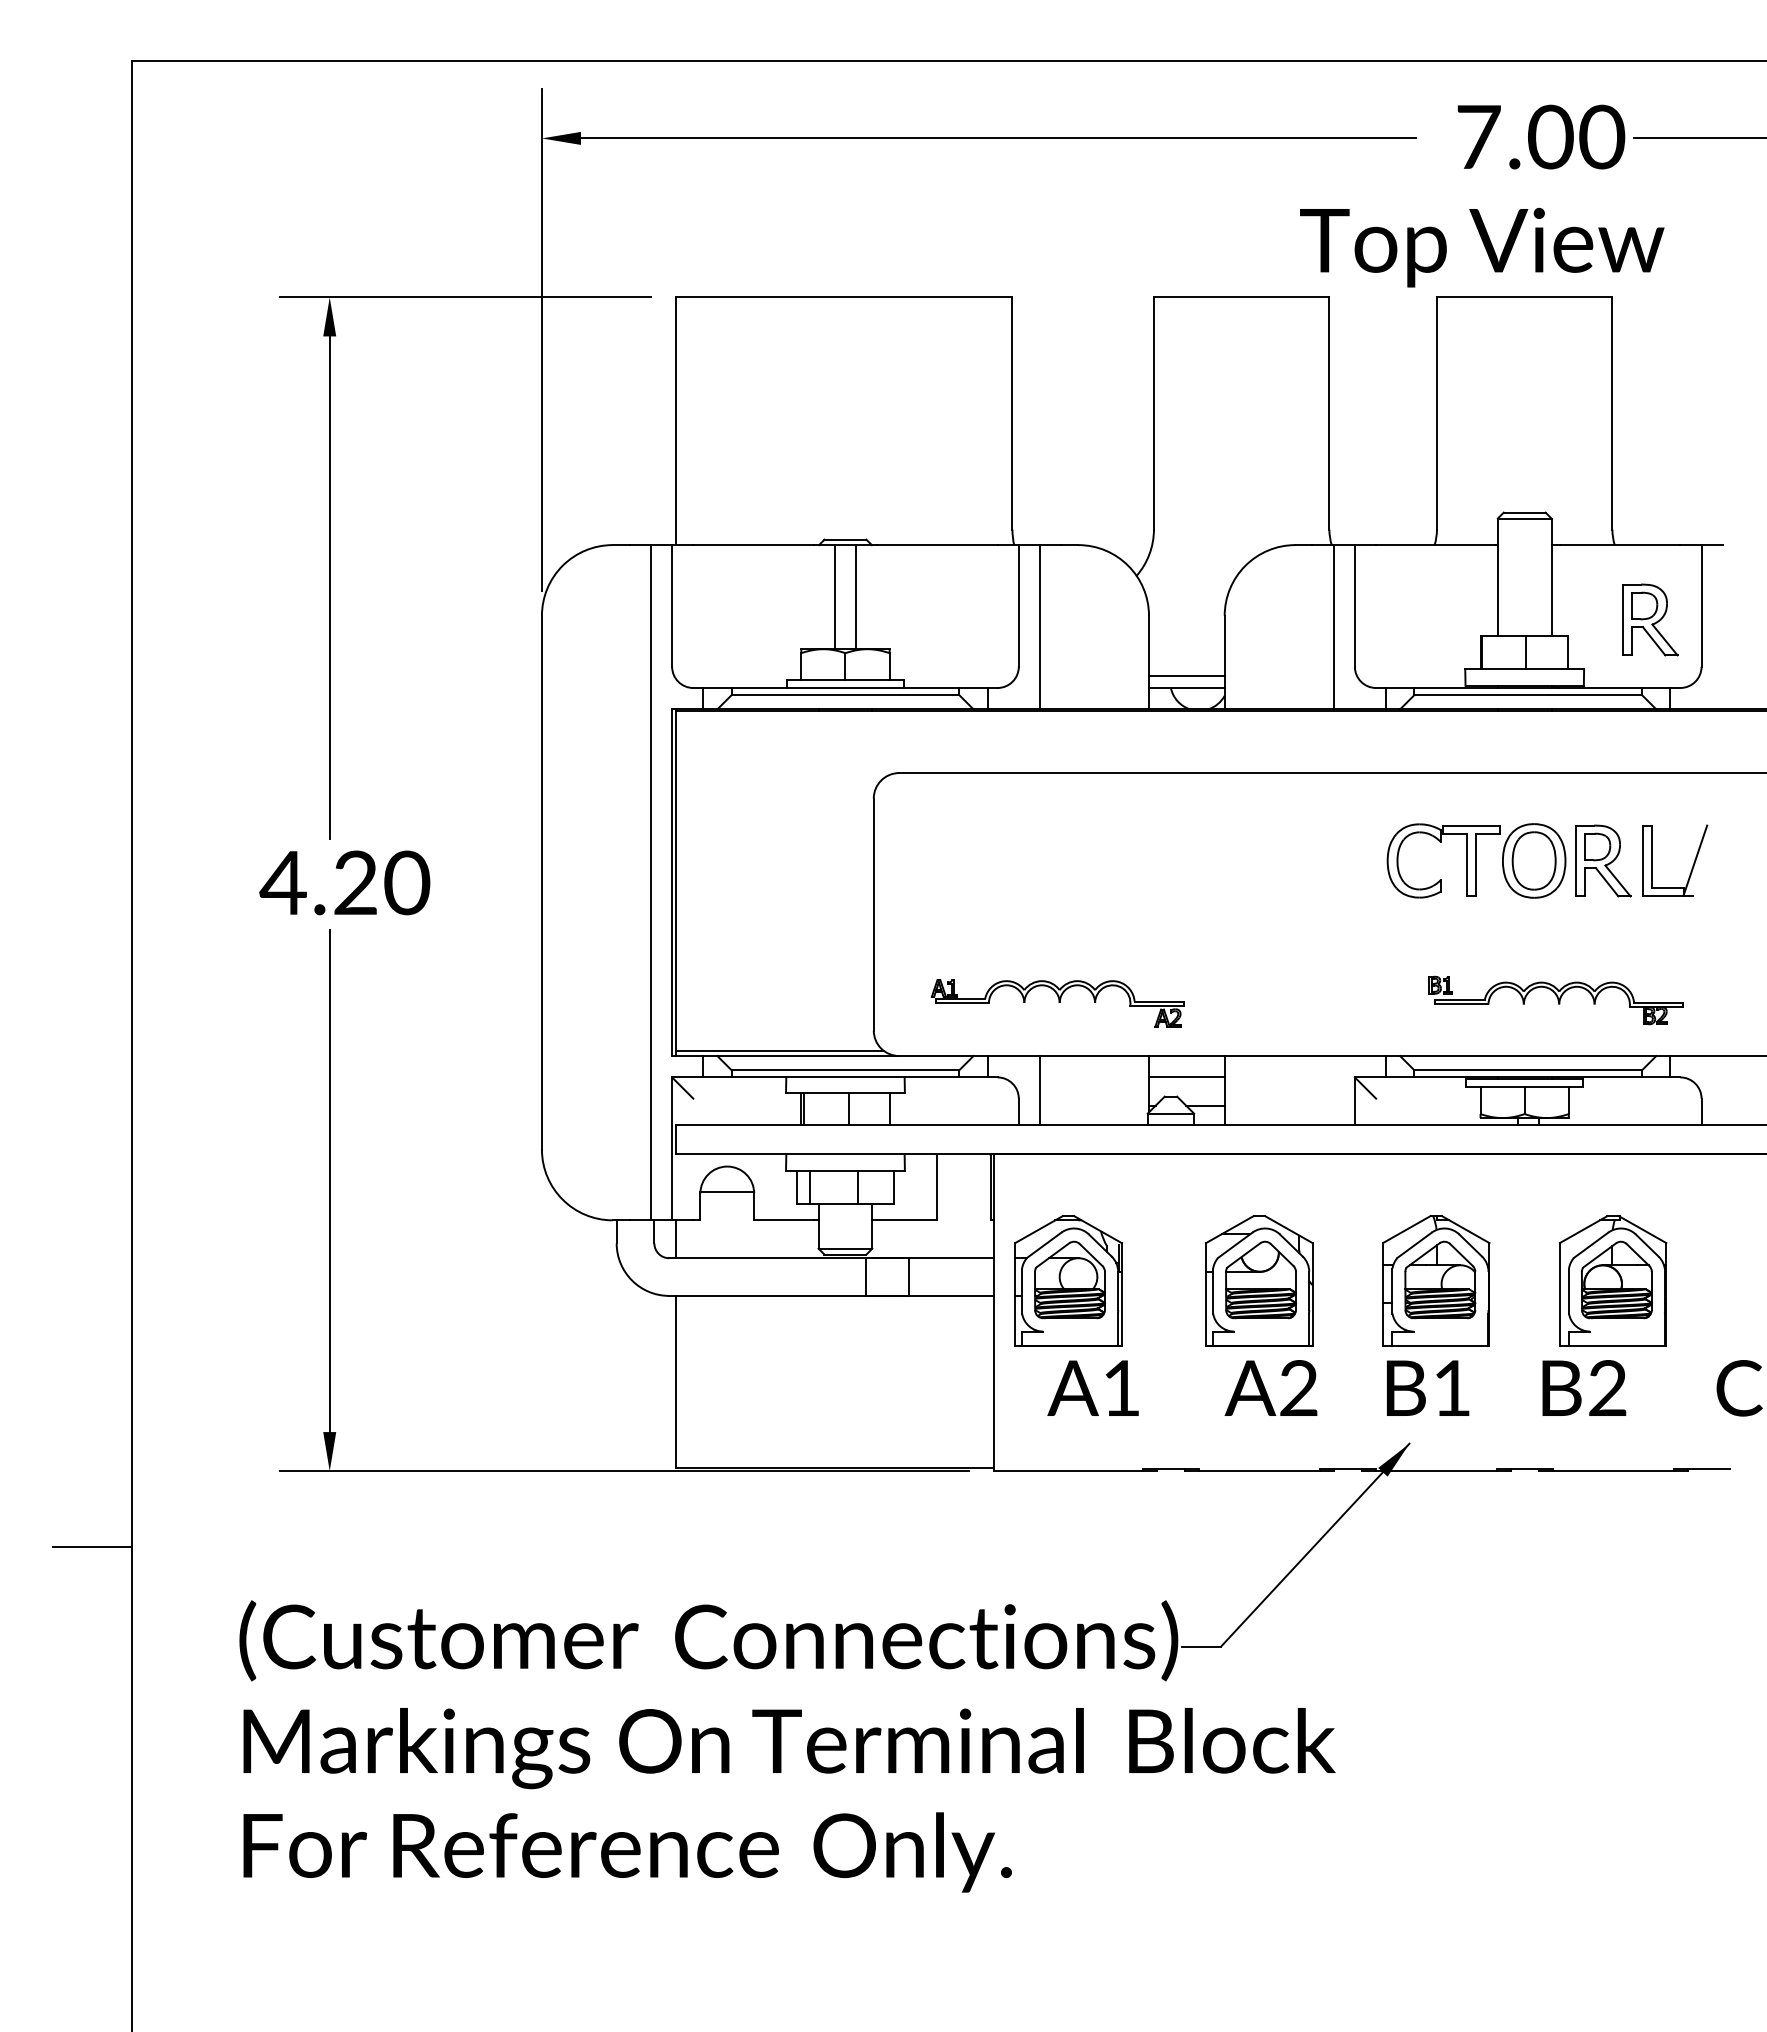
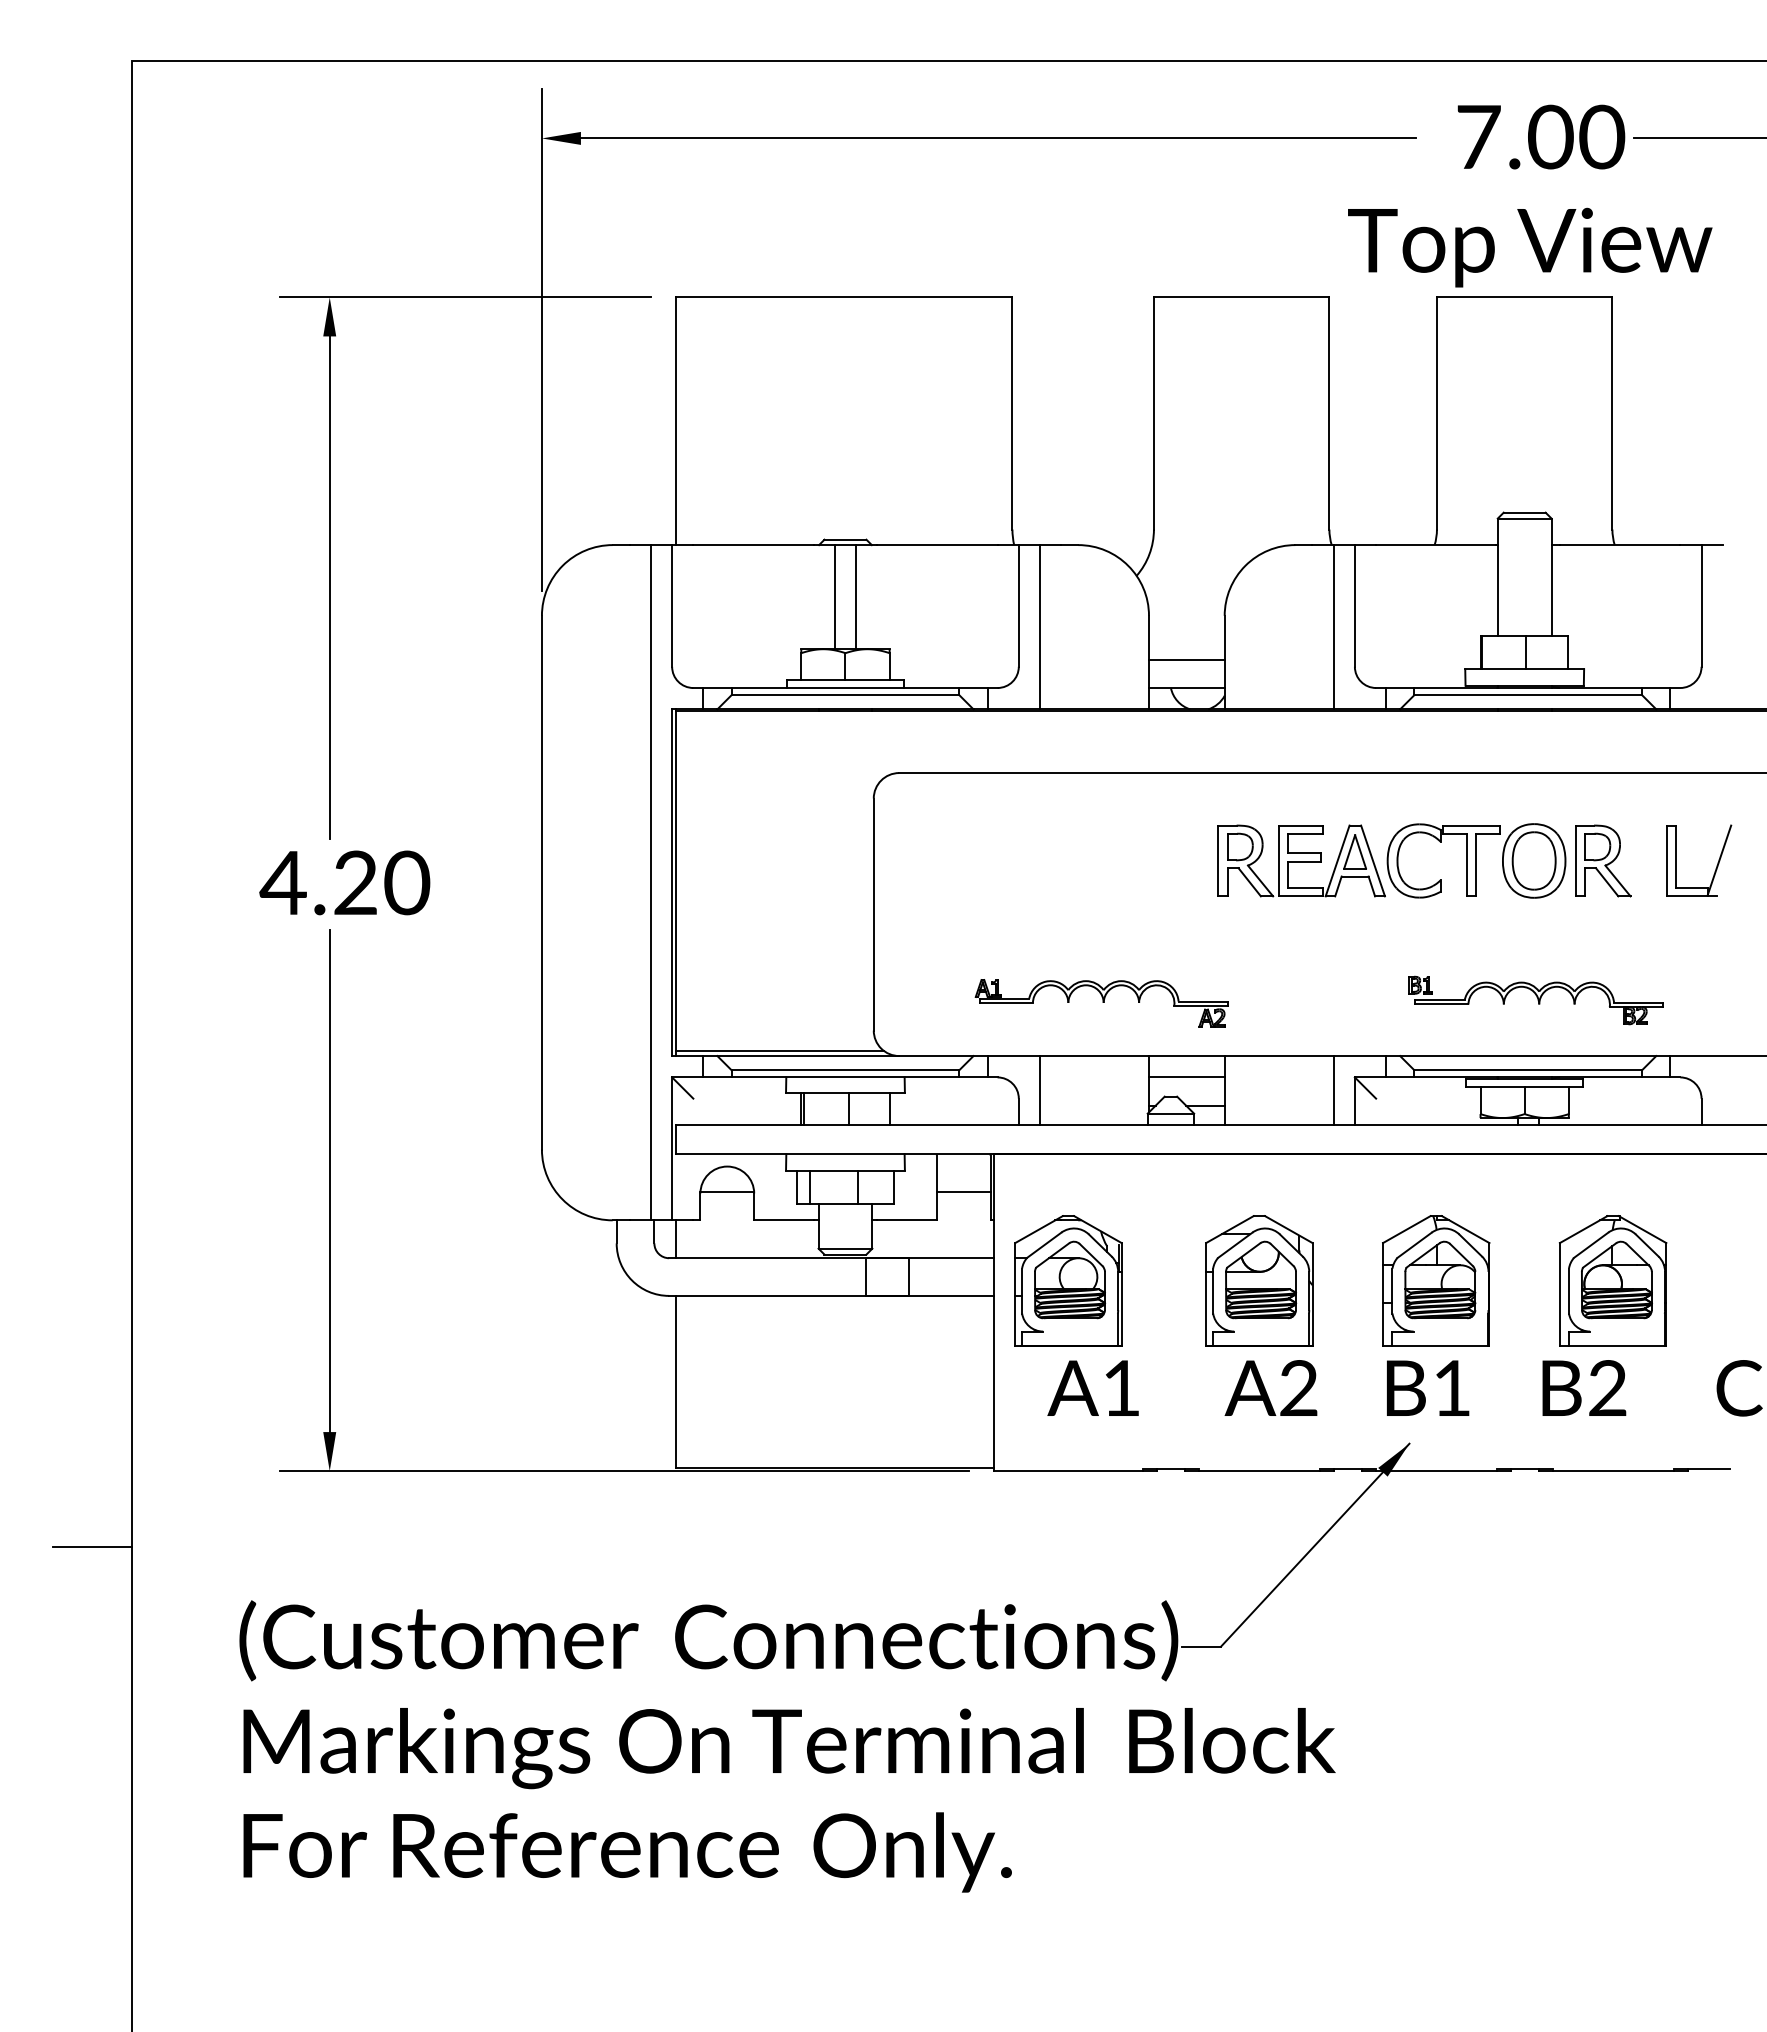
text at (1482, 247) position: (1482, 247) -> (1530, 247)
part at (1650, 619): present -> none
line at (1186, 675) position: (1186, 675) -> (1186, 659)
part at (1301, 860): none -> present
part at (1692, 865) position: (1692, 865) -> (1716, 865)
part at (1555, 1000) position: (1555, 1000) -> (1535, 1000)
part at (1057, 1003) position: (1057, 1003) -> (1101, 1003)
line at (1333, 1090): none -> present
line at (963, 1192): none -> present
